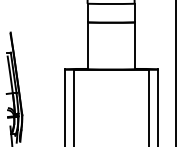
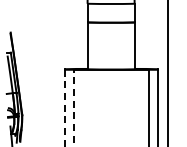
line at (176, 72) position: (176, 72) -> (168, 72)
line at (73, 107): solid -> dashed
line at (64, 108): solid -> dashed
